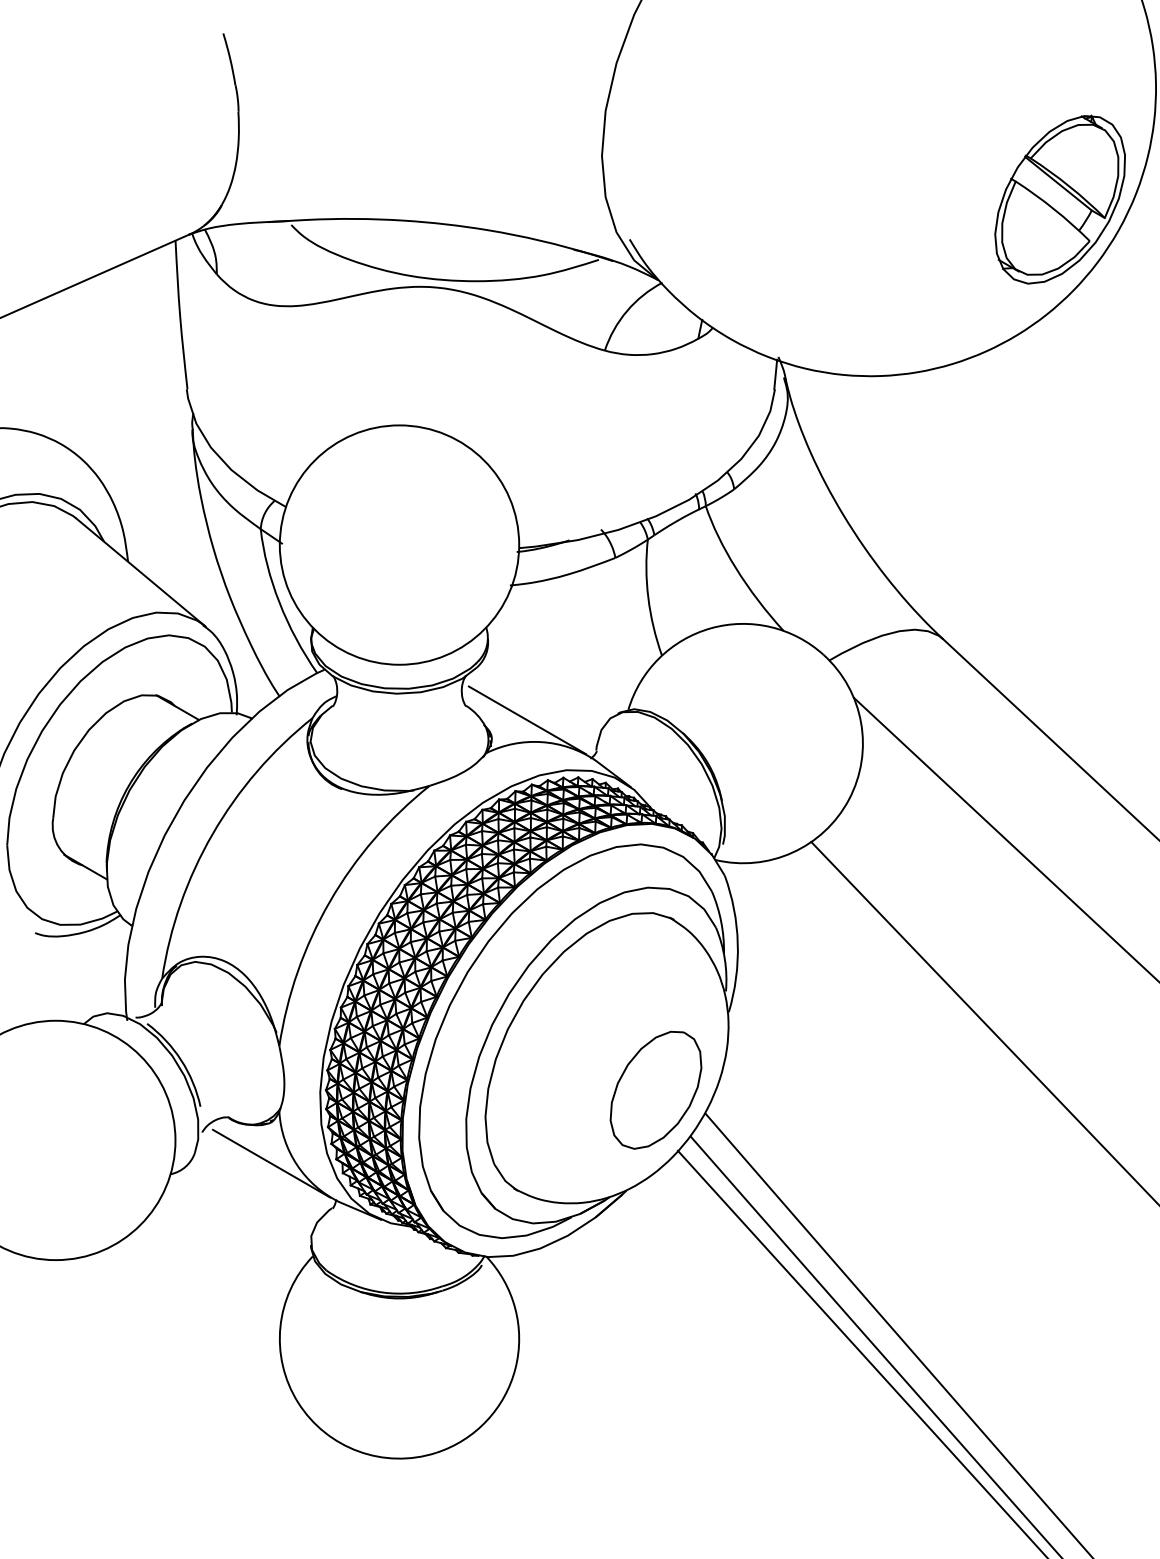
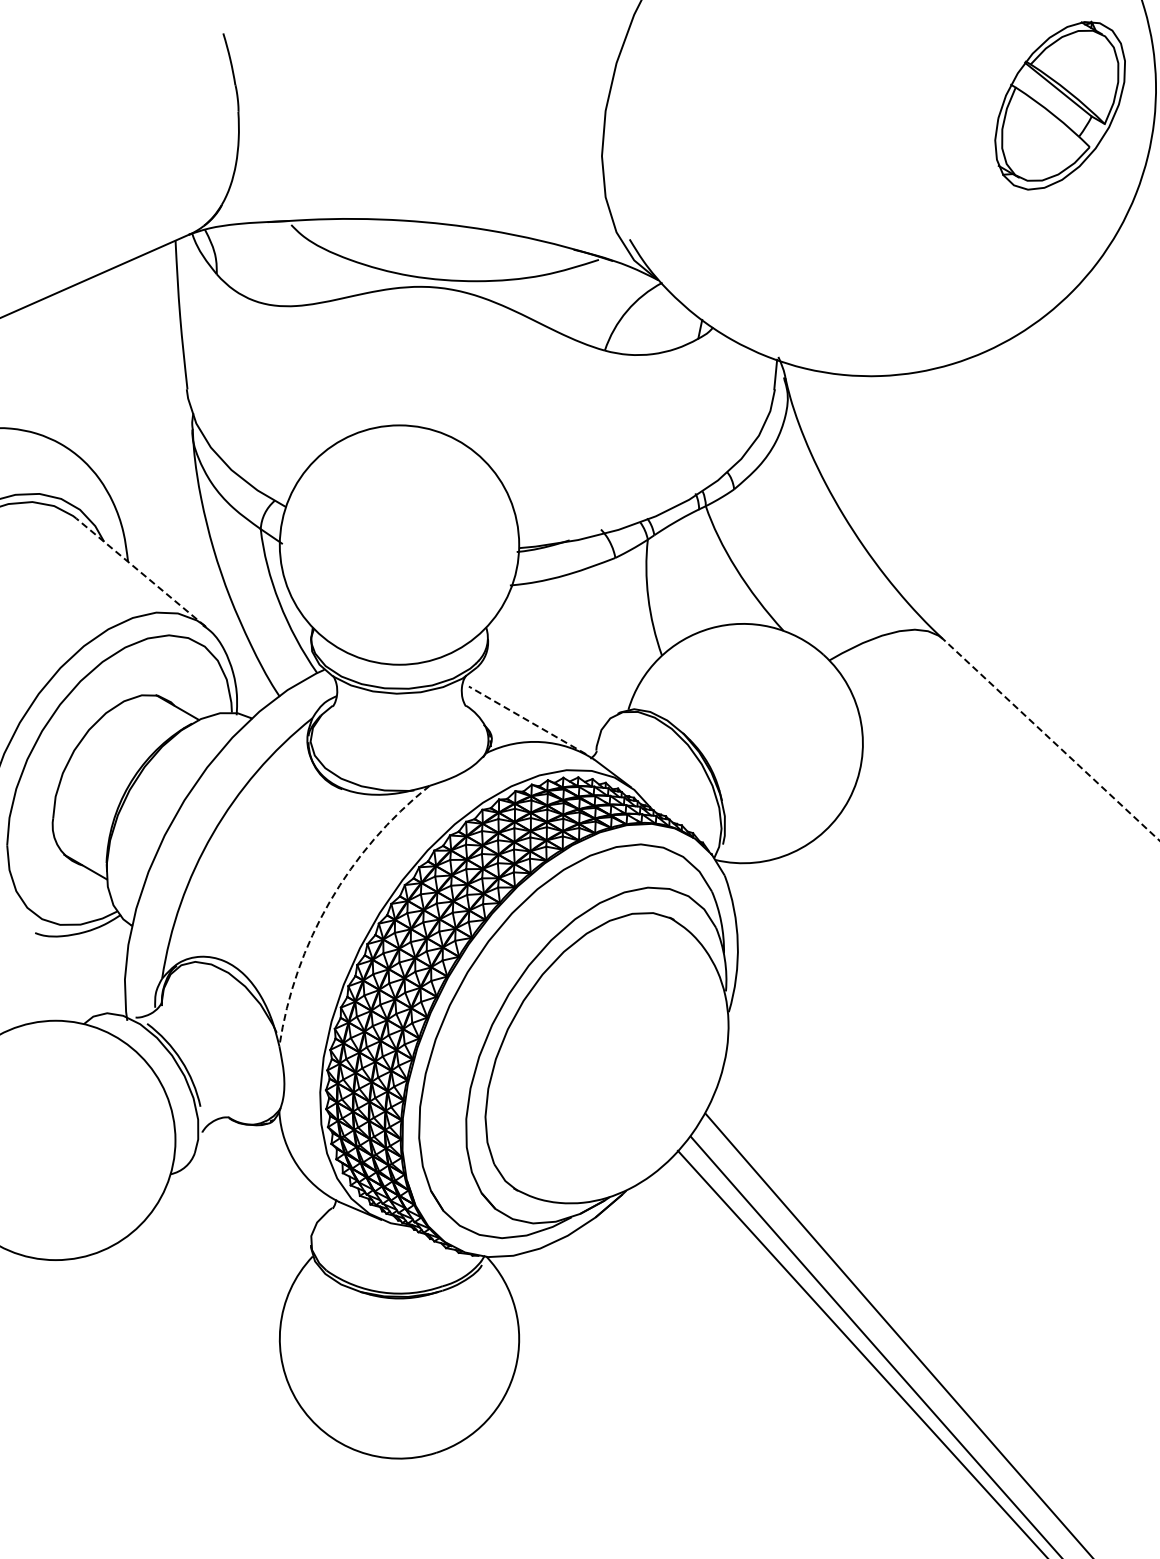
part at (1059, 199) position: (1059, 199) -> (1059, 105)
line at (140, 572): solid -> dashed
line at (527, 720): solid -> dashed
line at (1051, 739): solid -> dashed
line at (1004, 838): present -> none
arc at (329, 901): solid -> dashed
line at (983, 1022): present -> none
part at (655, 1089): present -> none
line at (271, 1163): present -> none
